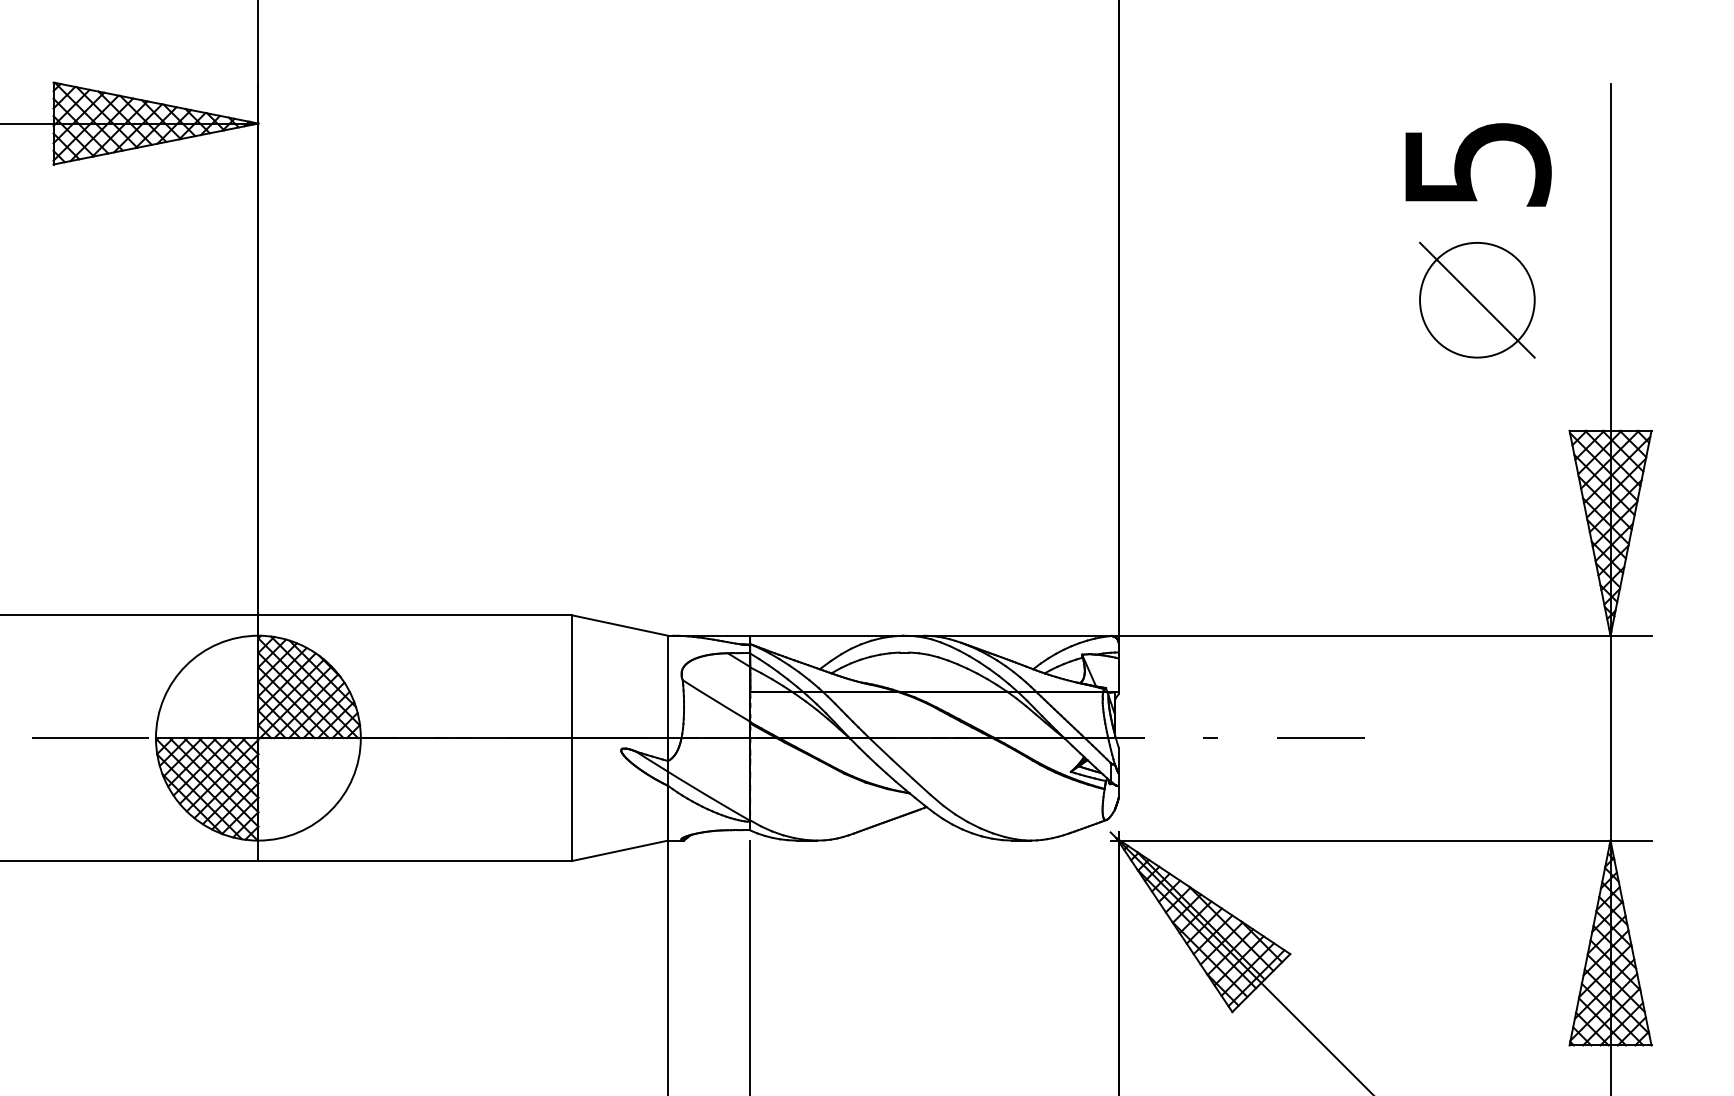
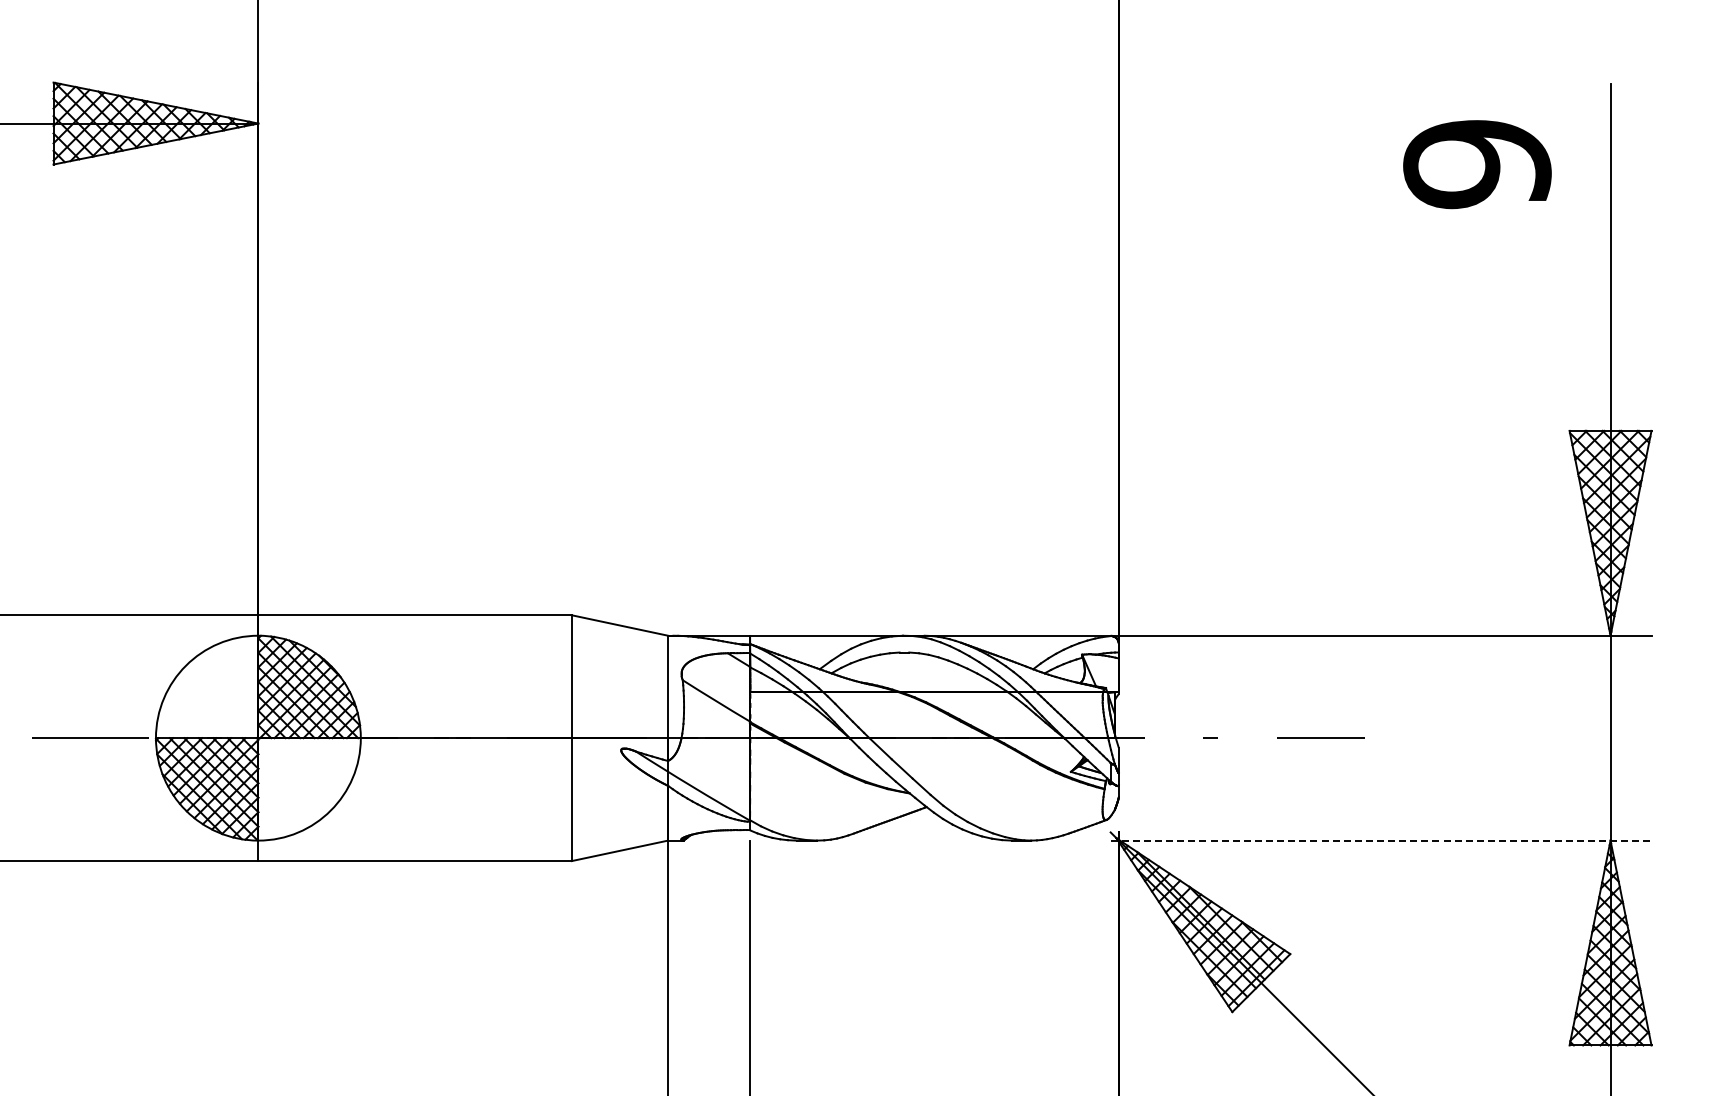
text at (1477, 164): 5 -> 9
part at (1477, 299): present -> none
line at (1381, 840): solid -> dashed
